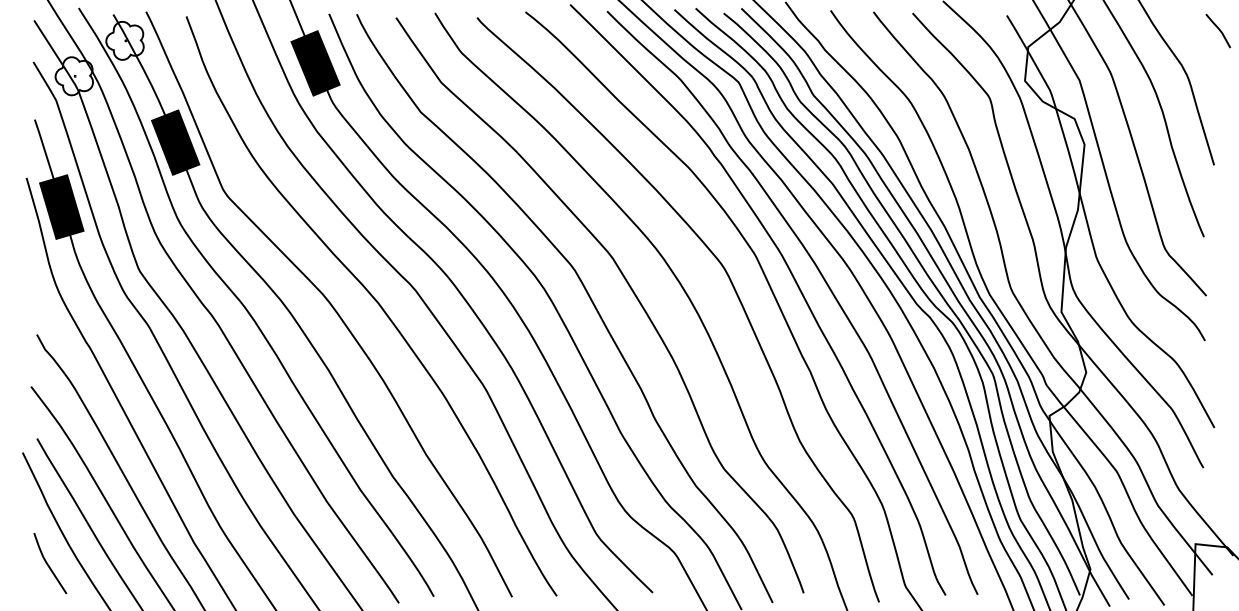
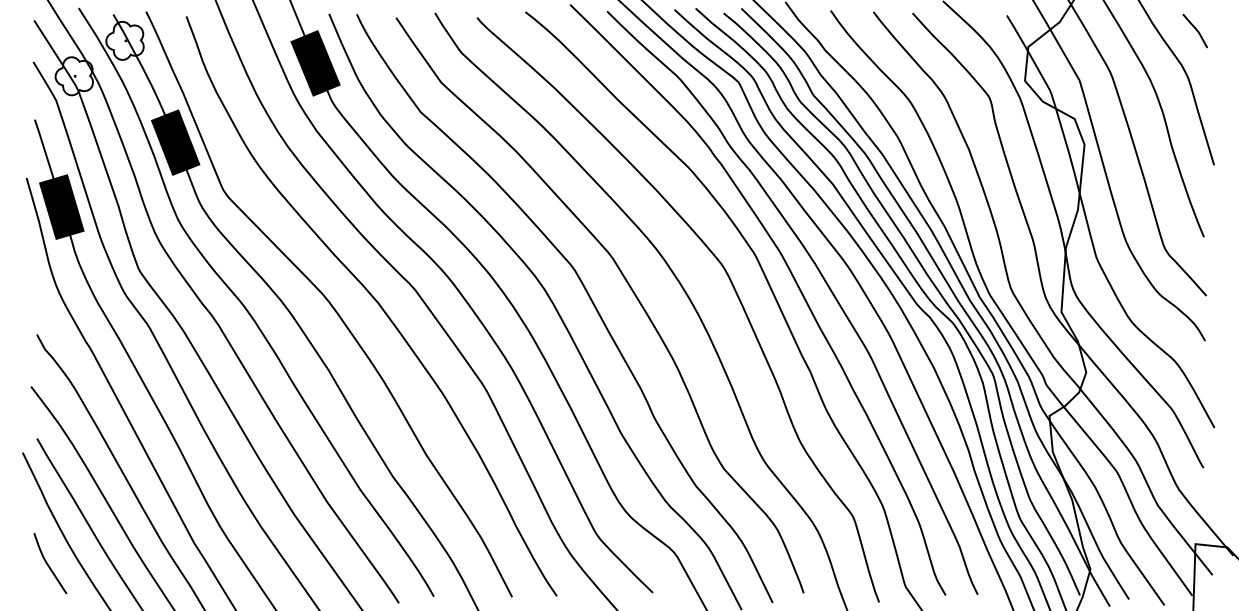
line at (1218, 30) position: (1218, 30) -> (1195, 30)
